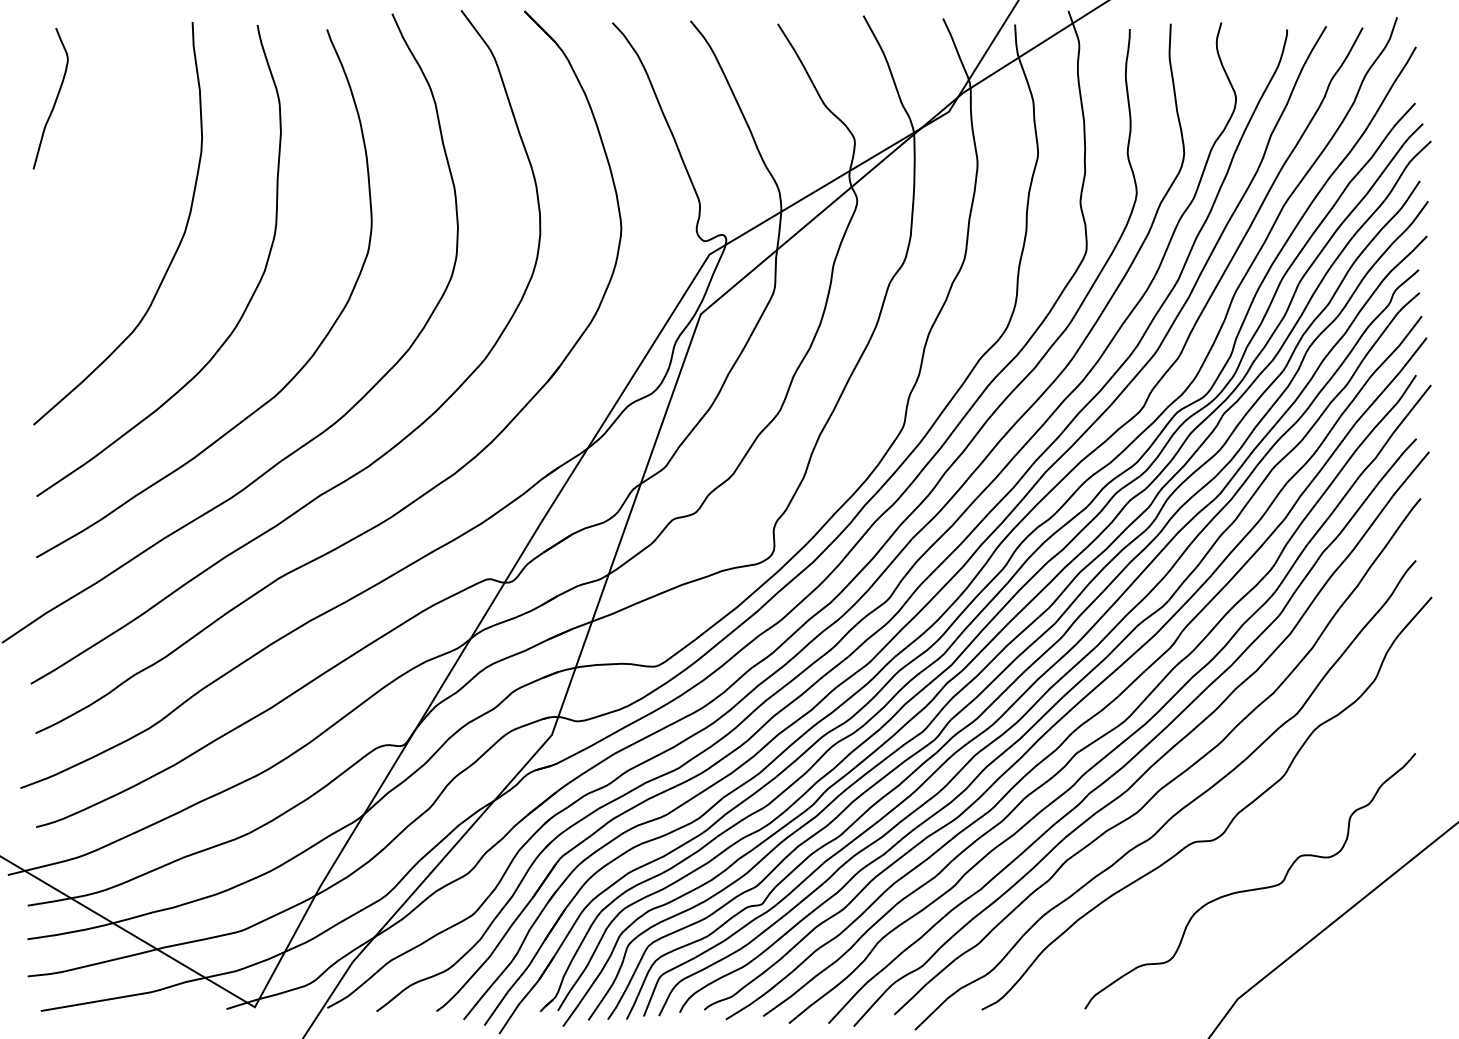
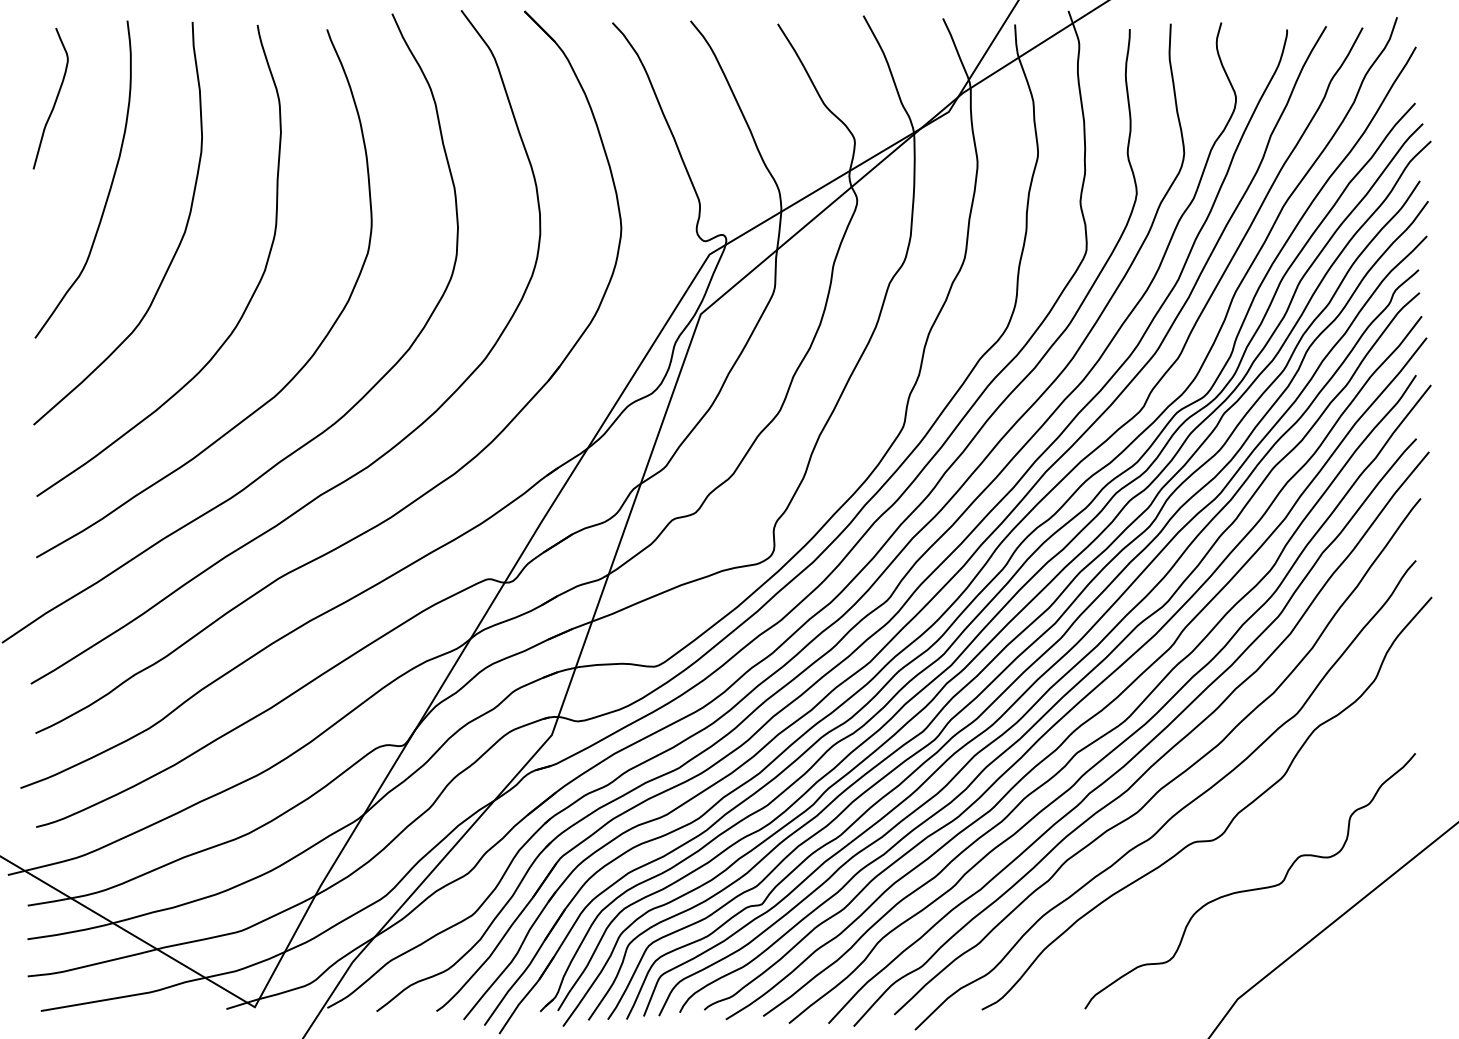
curve at (110, 184): none -> present
